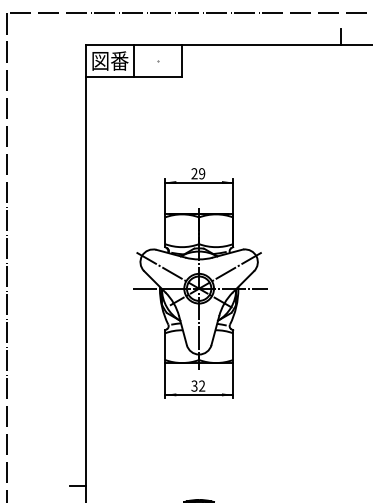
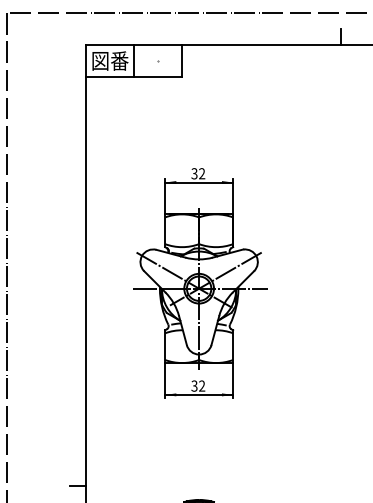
text at (198, 174): 29 -> 32
